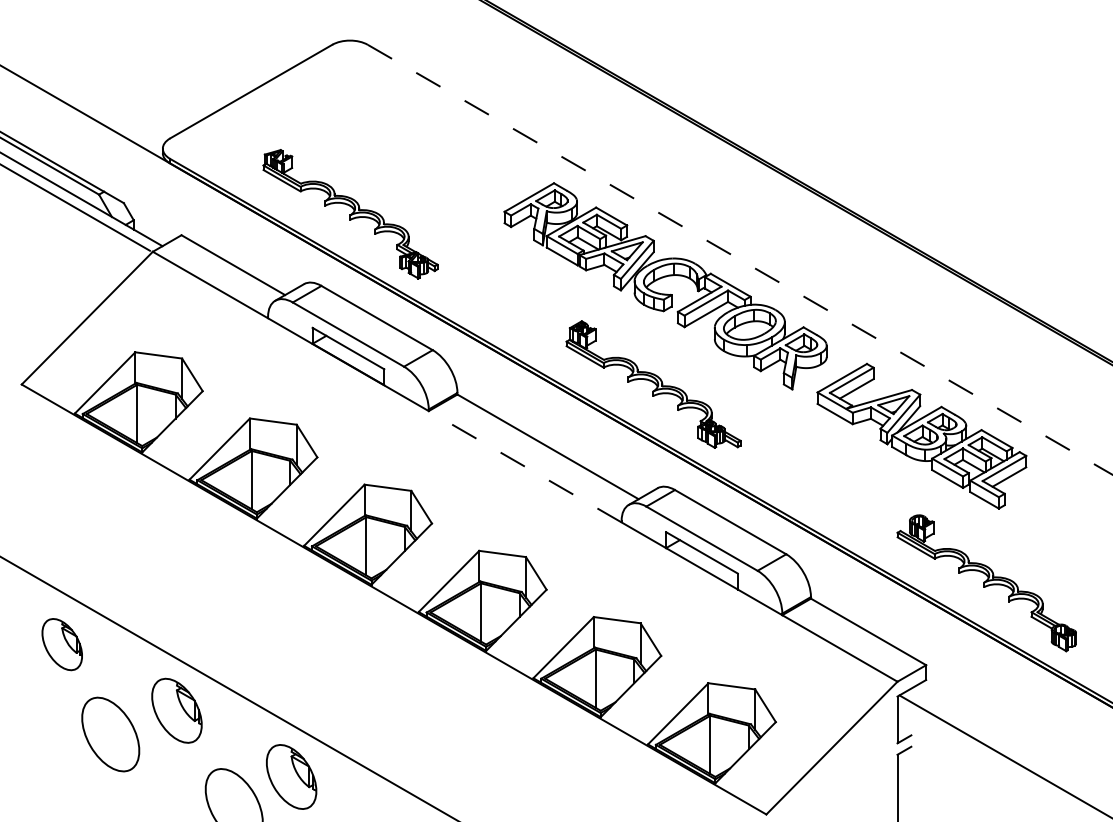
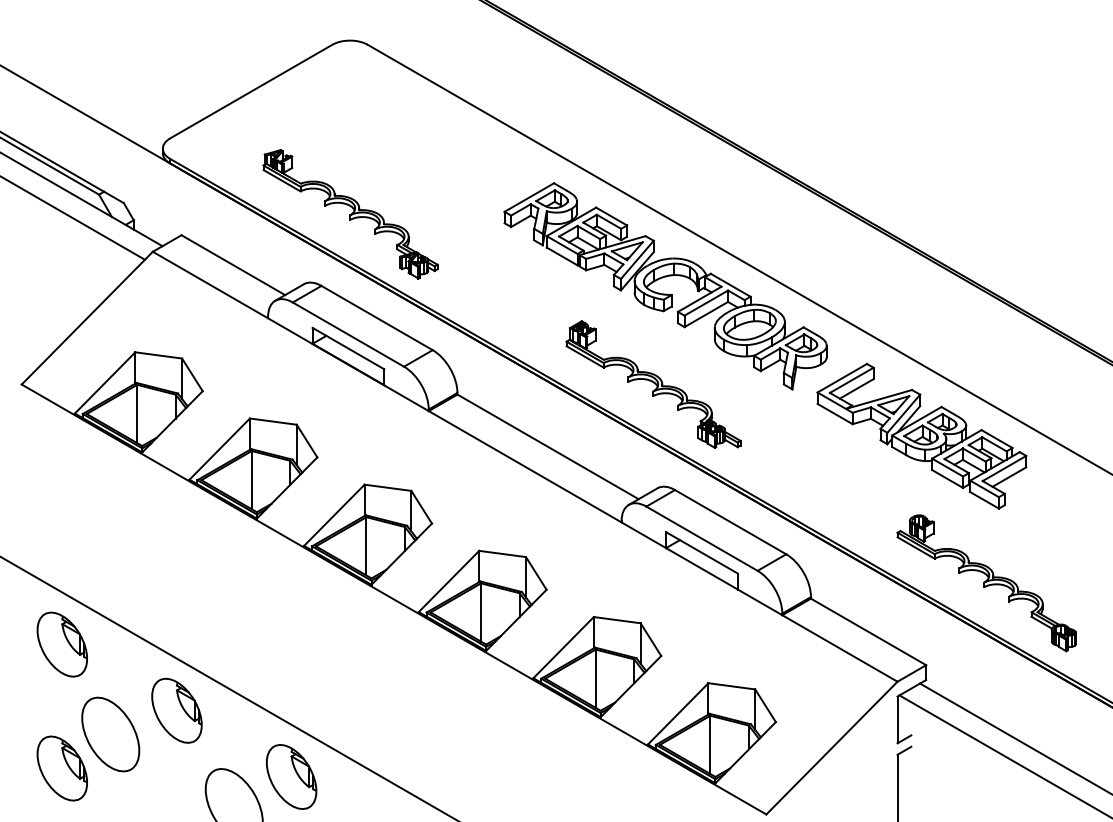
line at (75, 207) position: (75, 207) -> (73, 218)
line at (740, 259): dashed -> solid
line at (524, 466): dashed -> solid
part at (61, 644) size: 42x54 px -> 52x67 px
line at (1014, 737): none -> present
part at (61, 768): none -> present
